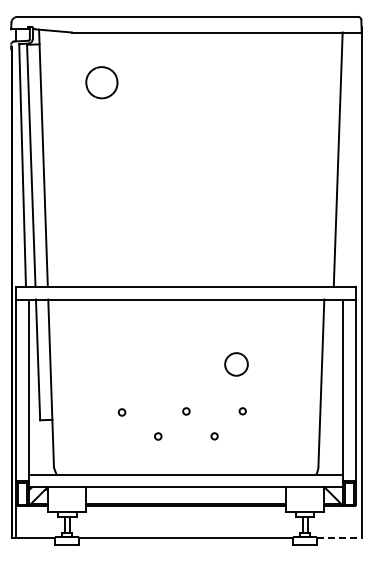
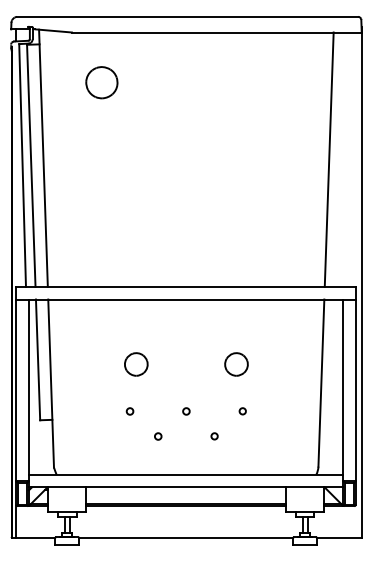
line at (337, 159) position: (337, 159) -> (328, 159)
part at (136, 364): none -> present
circle at (121, 412) position: (121, 412) -> (129, 411)
line at (339, 537): dashed -> solid
